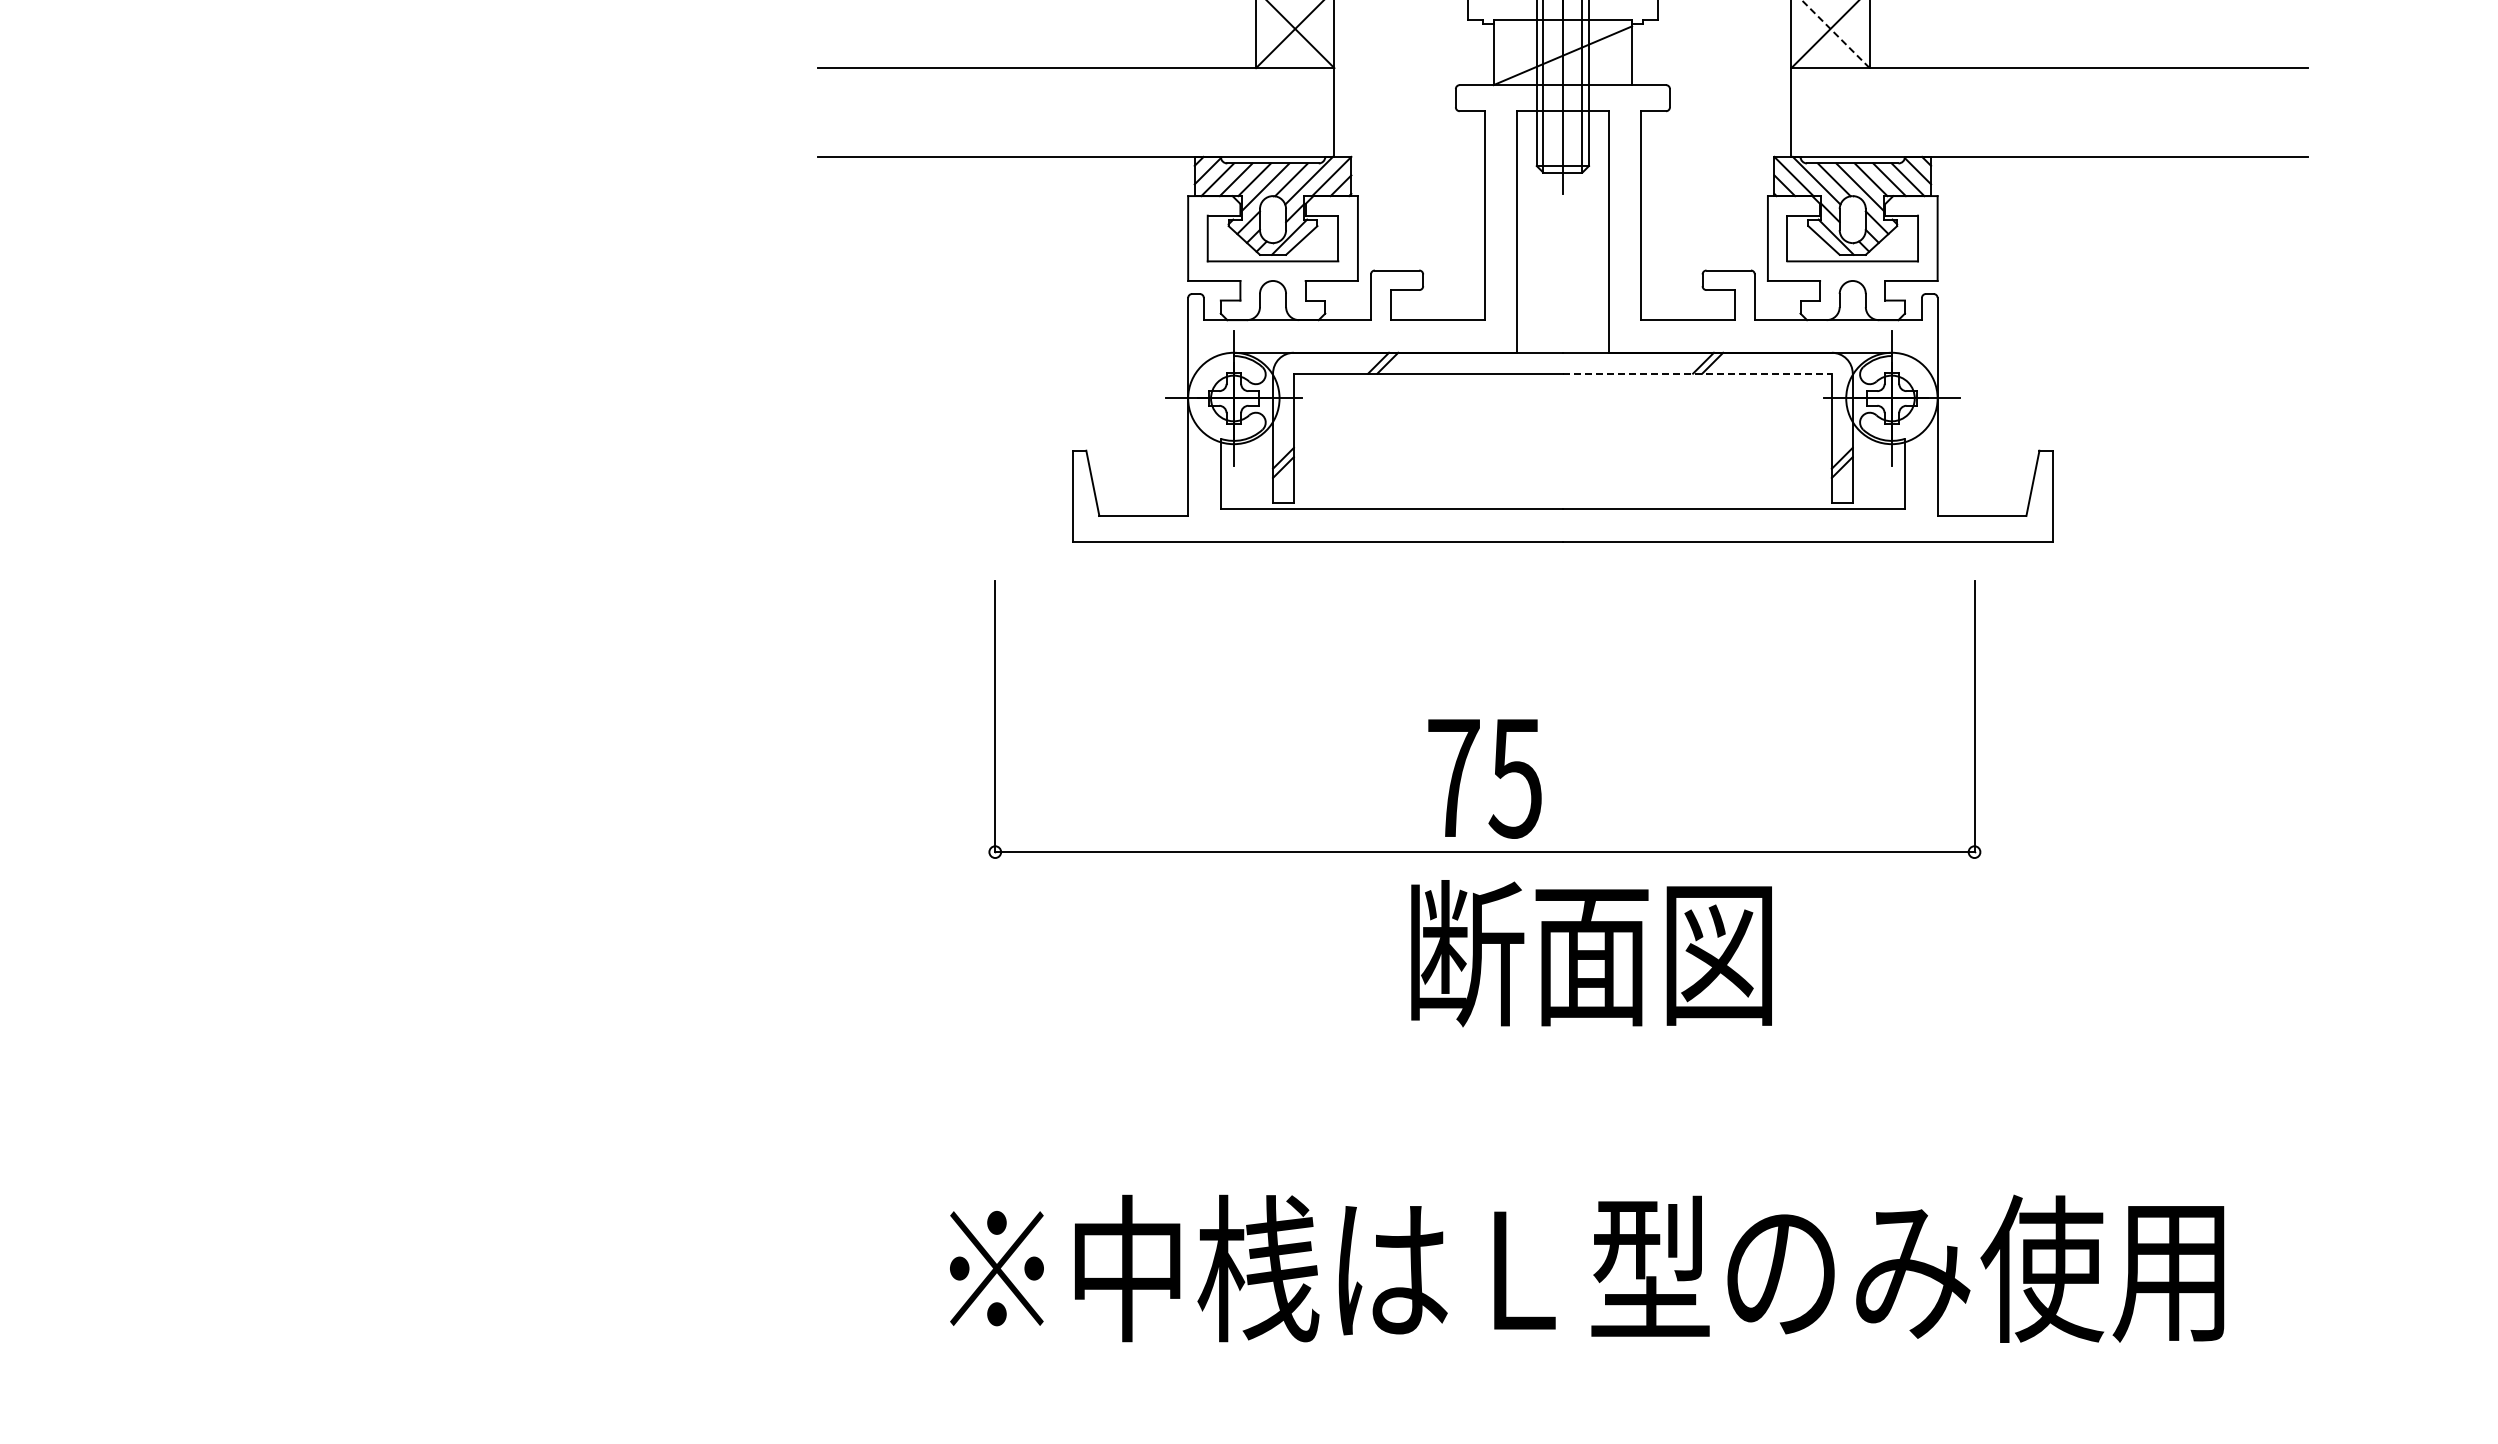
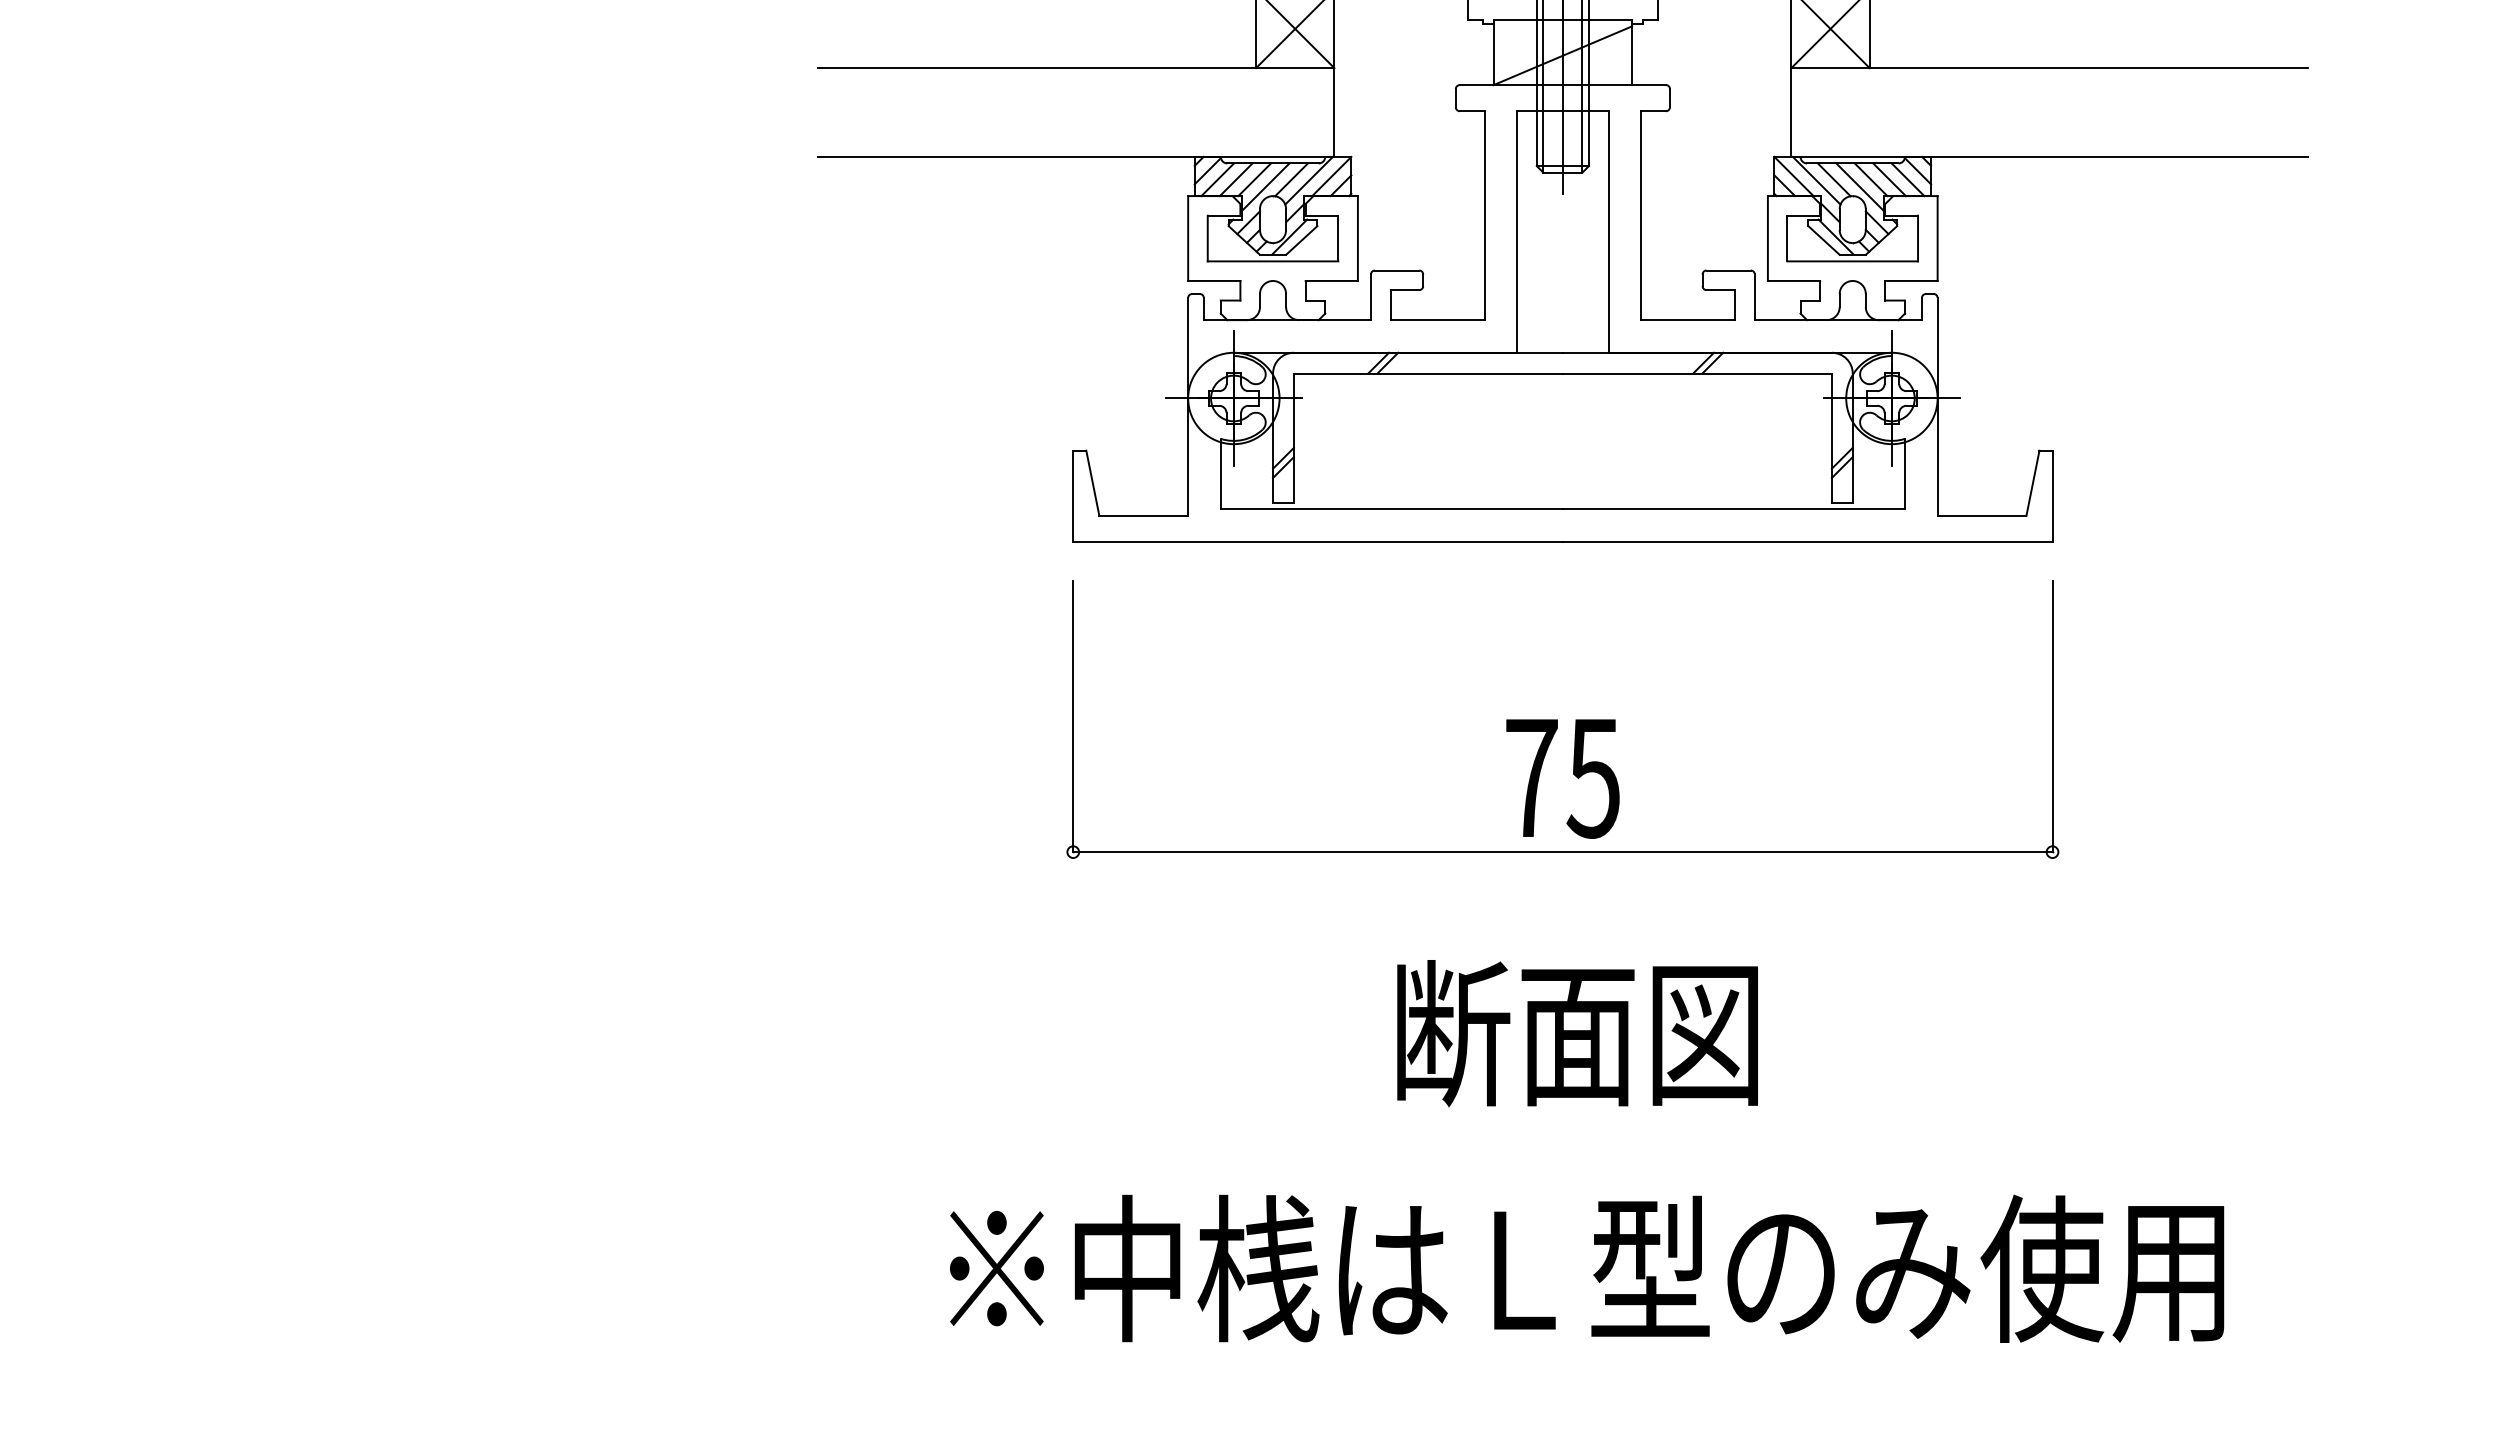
line at (1835, 34): dashed -> solid
line at (1697, 373): dashed -> solid
part at (1484, 719) position: (1484, 719) -> (1562, 719)
text at (1591, 953) position: (1591, 953) -> (1577, 1033)
